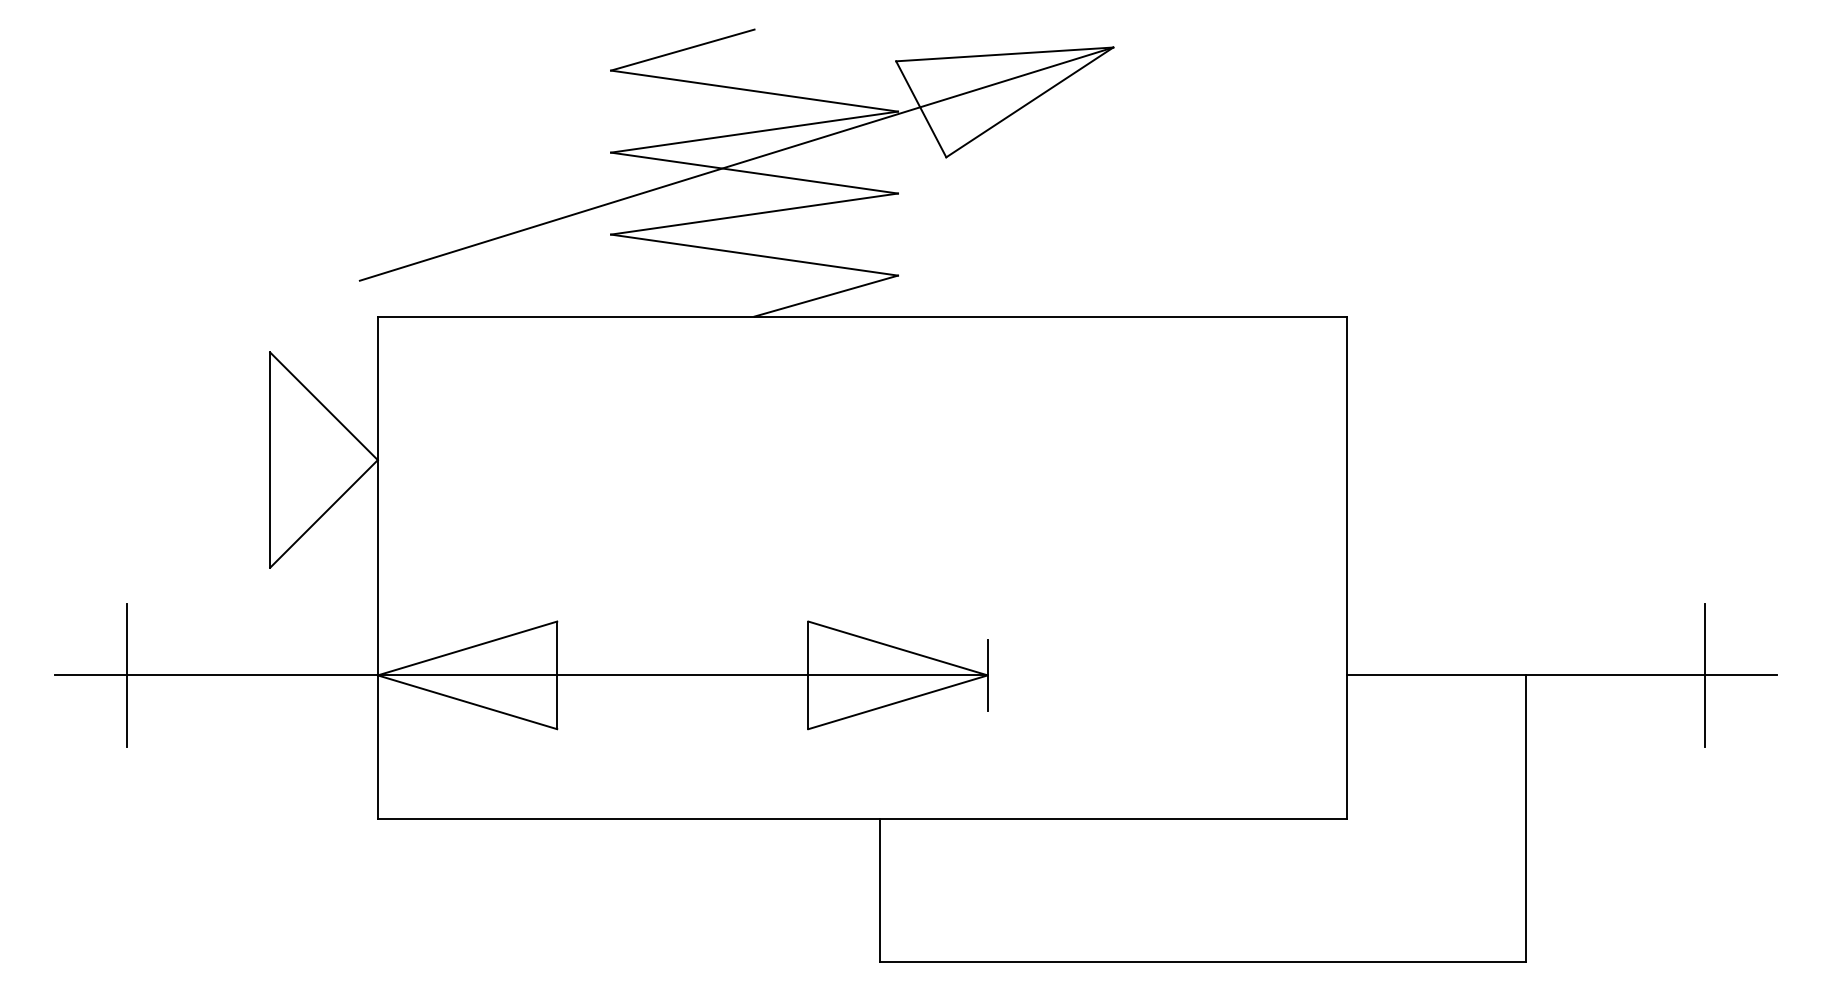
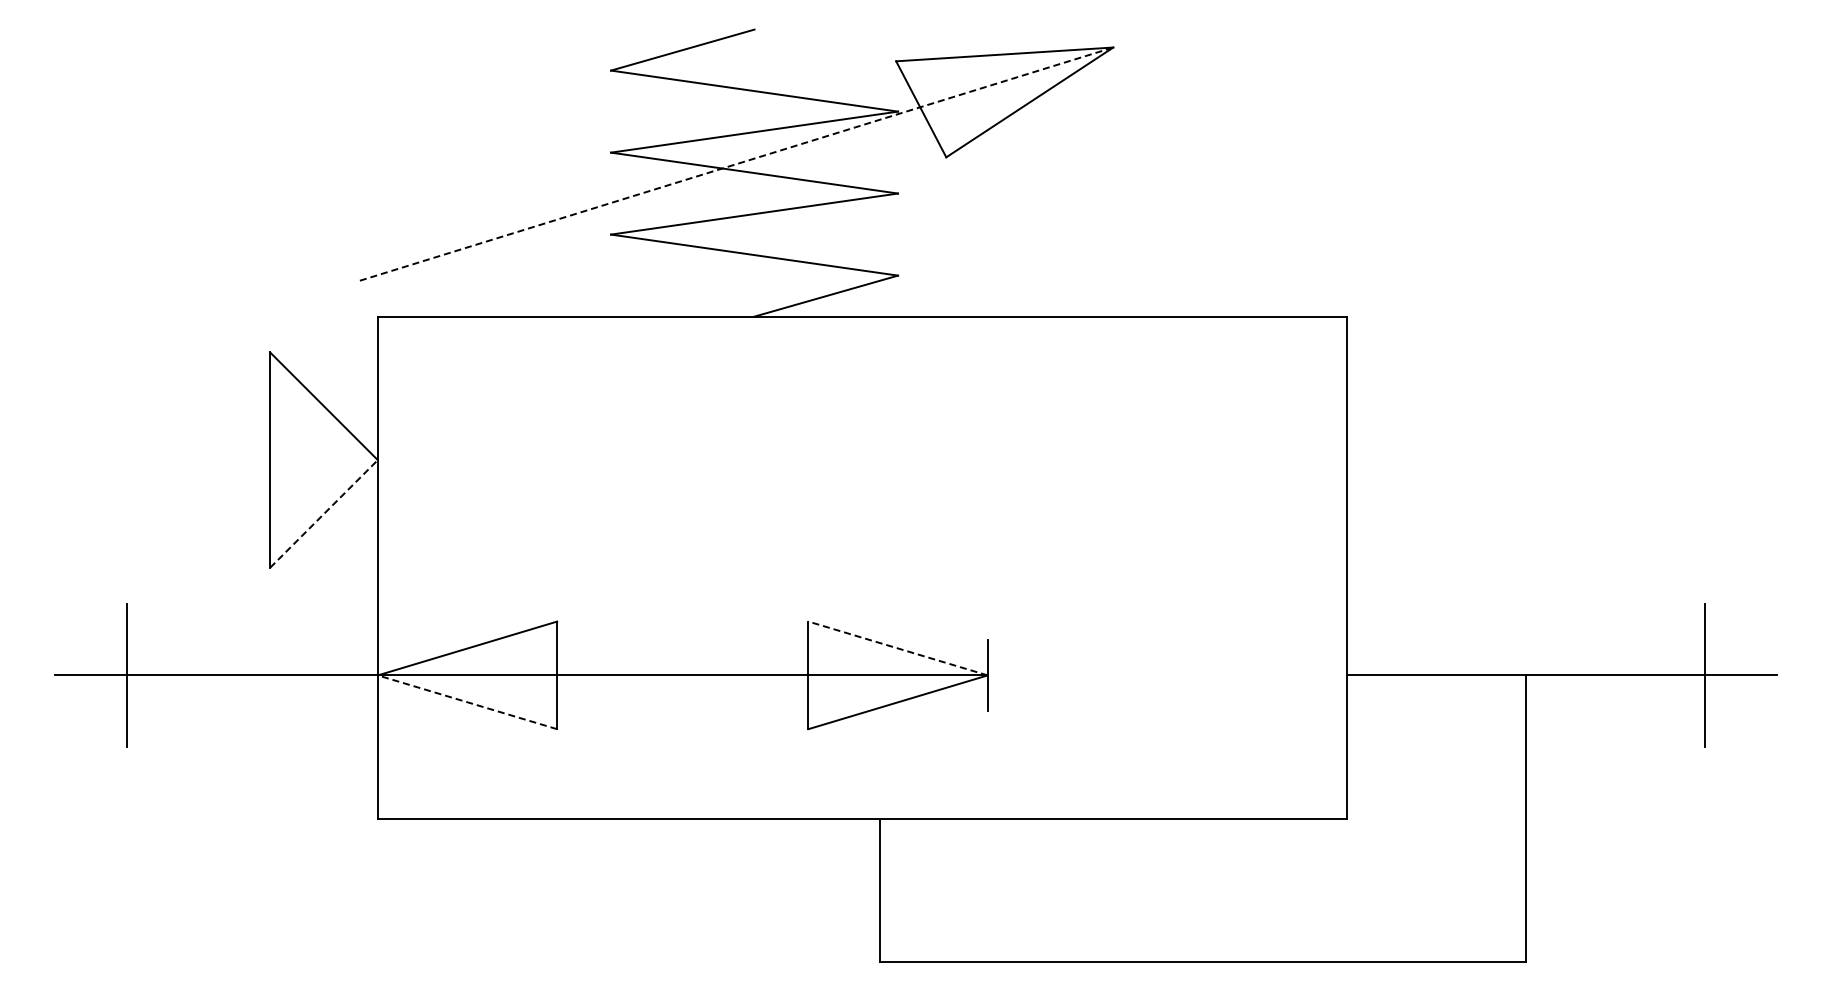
line at (737, 163): solid -> dashed
line at (324, 513): solid -> dashed
line at (898, 648): solid -> dashed
line at (467, 702): solid -> dashed
